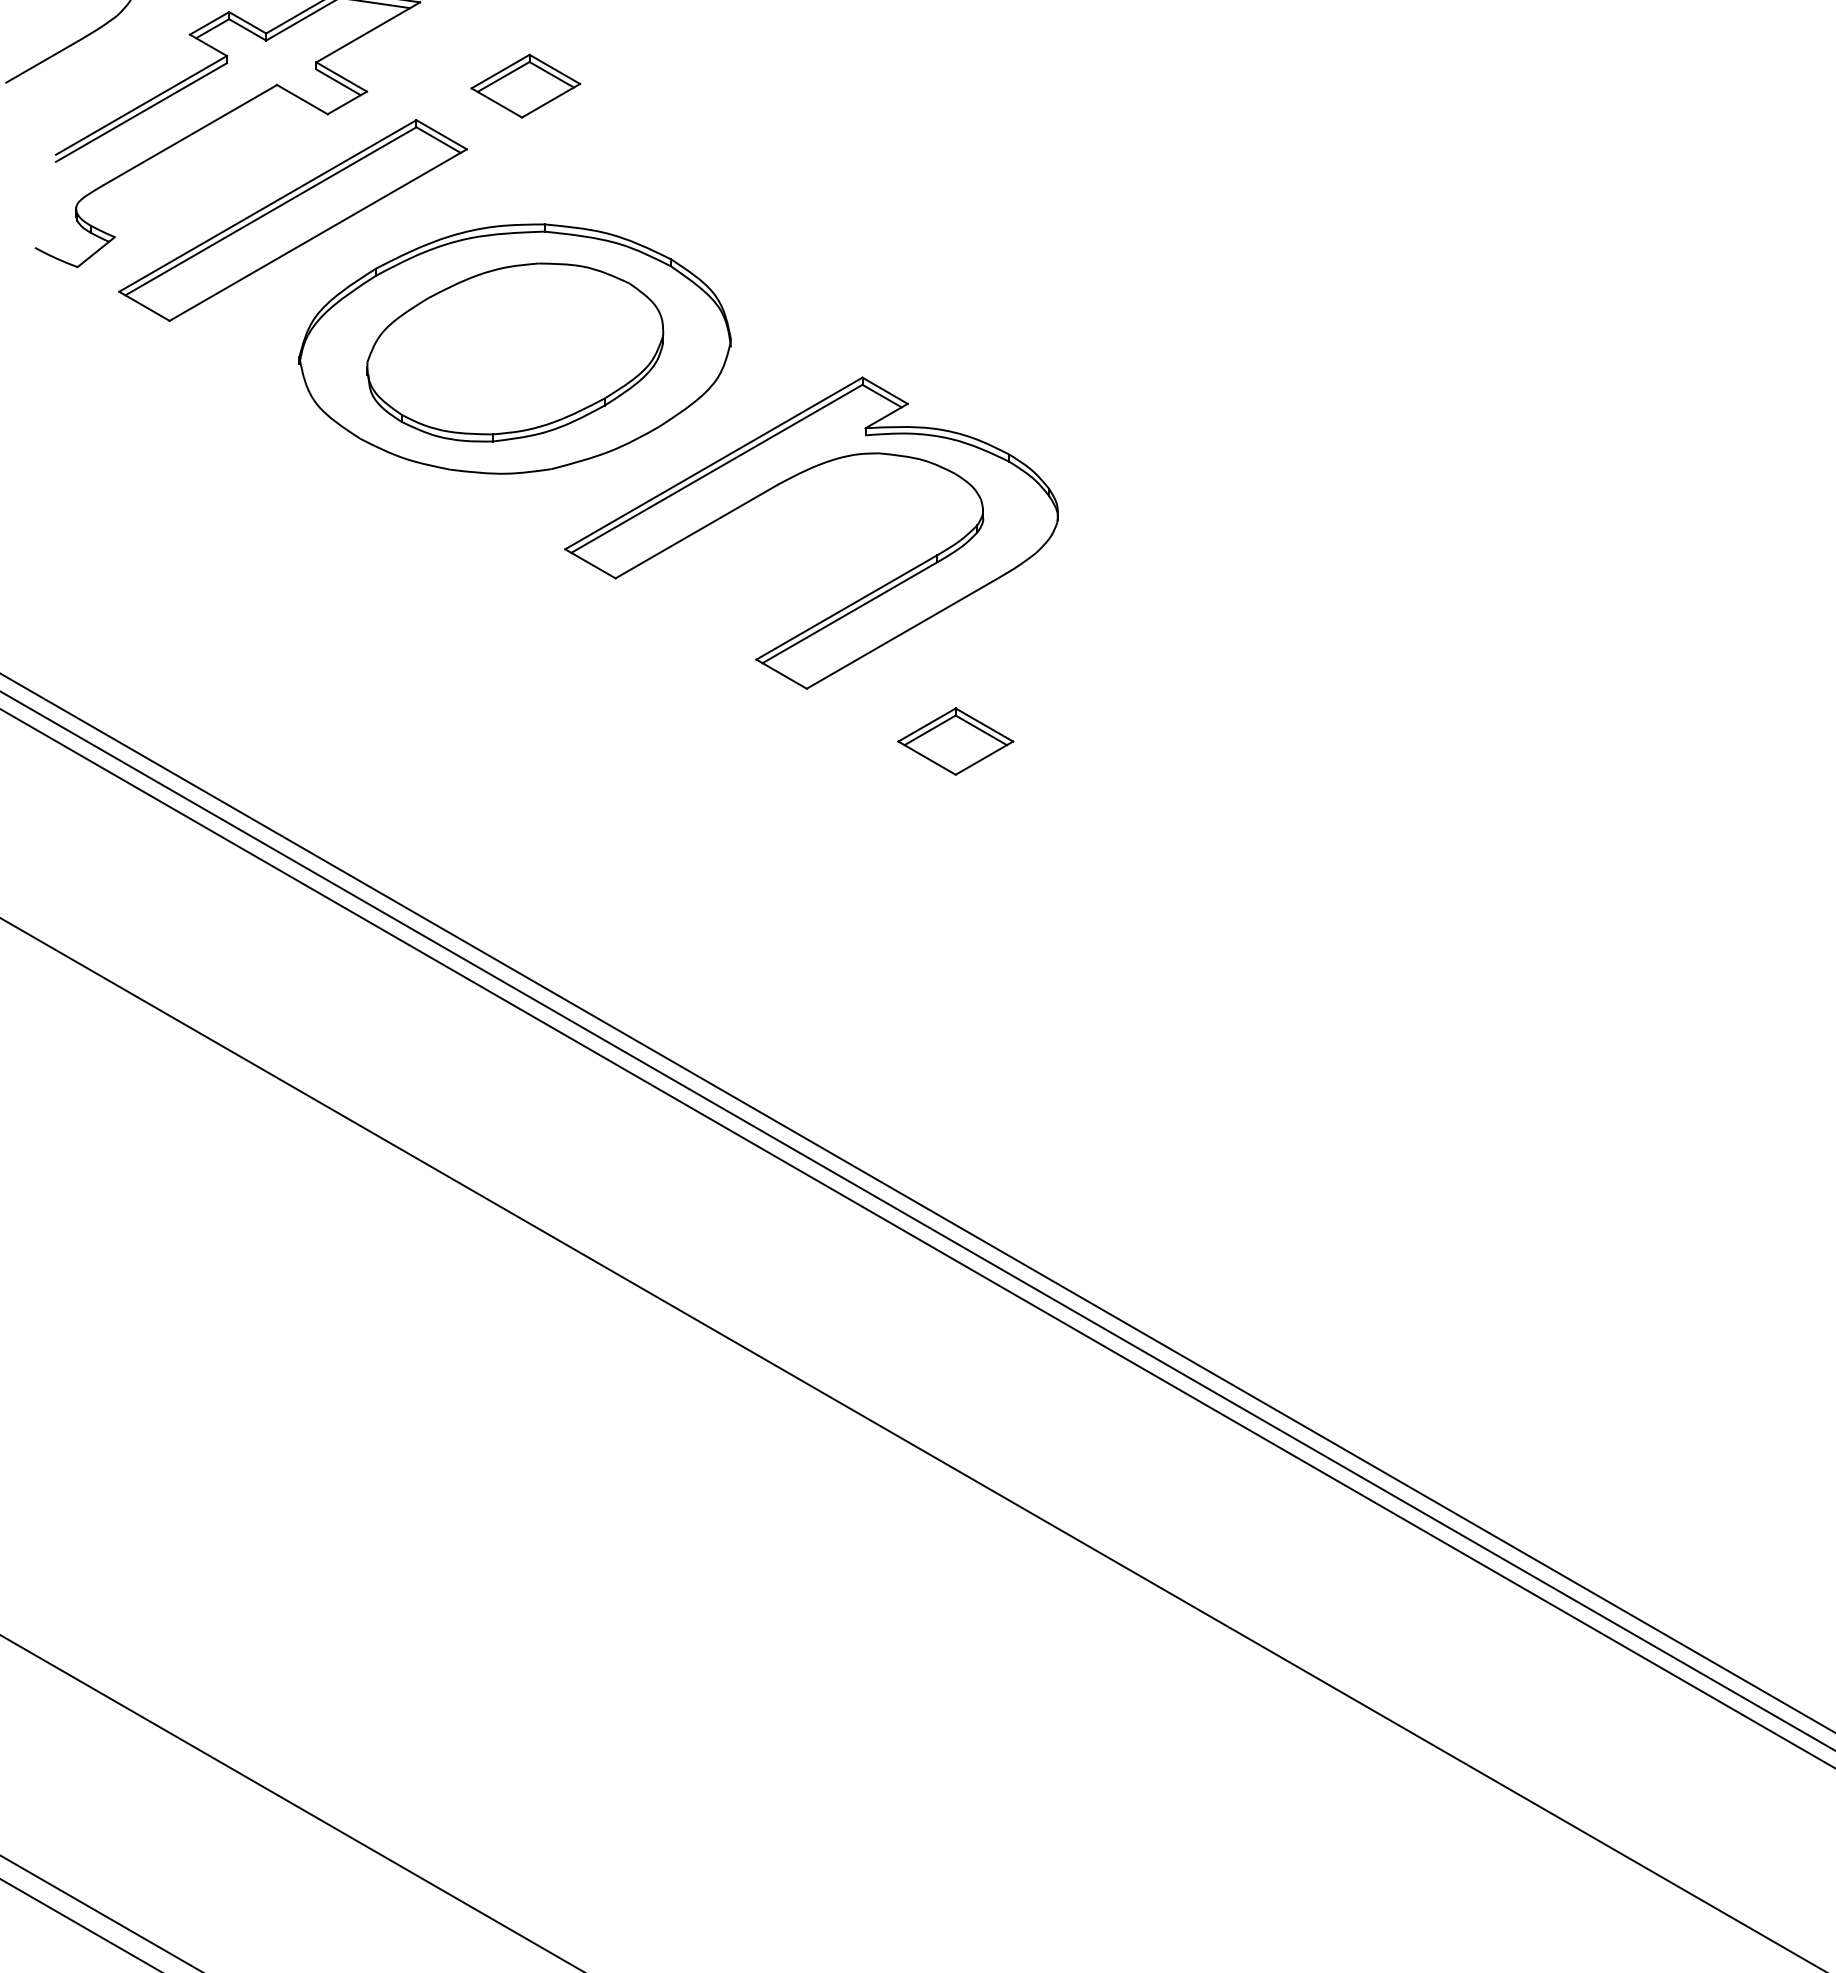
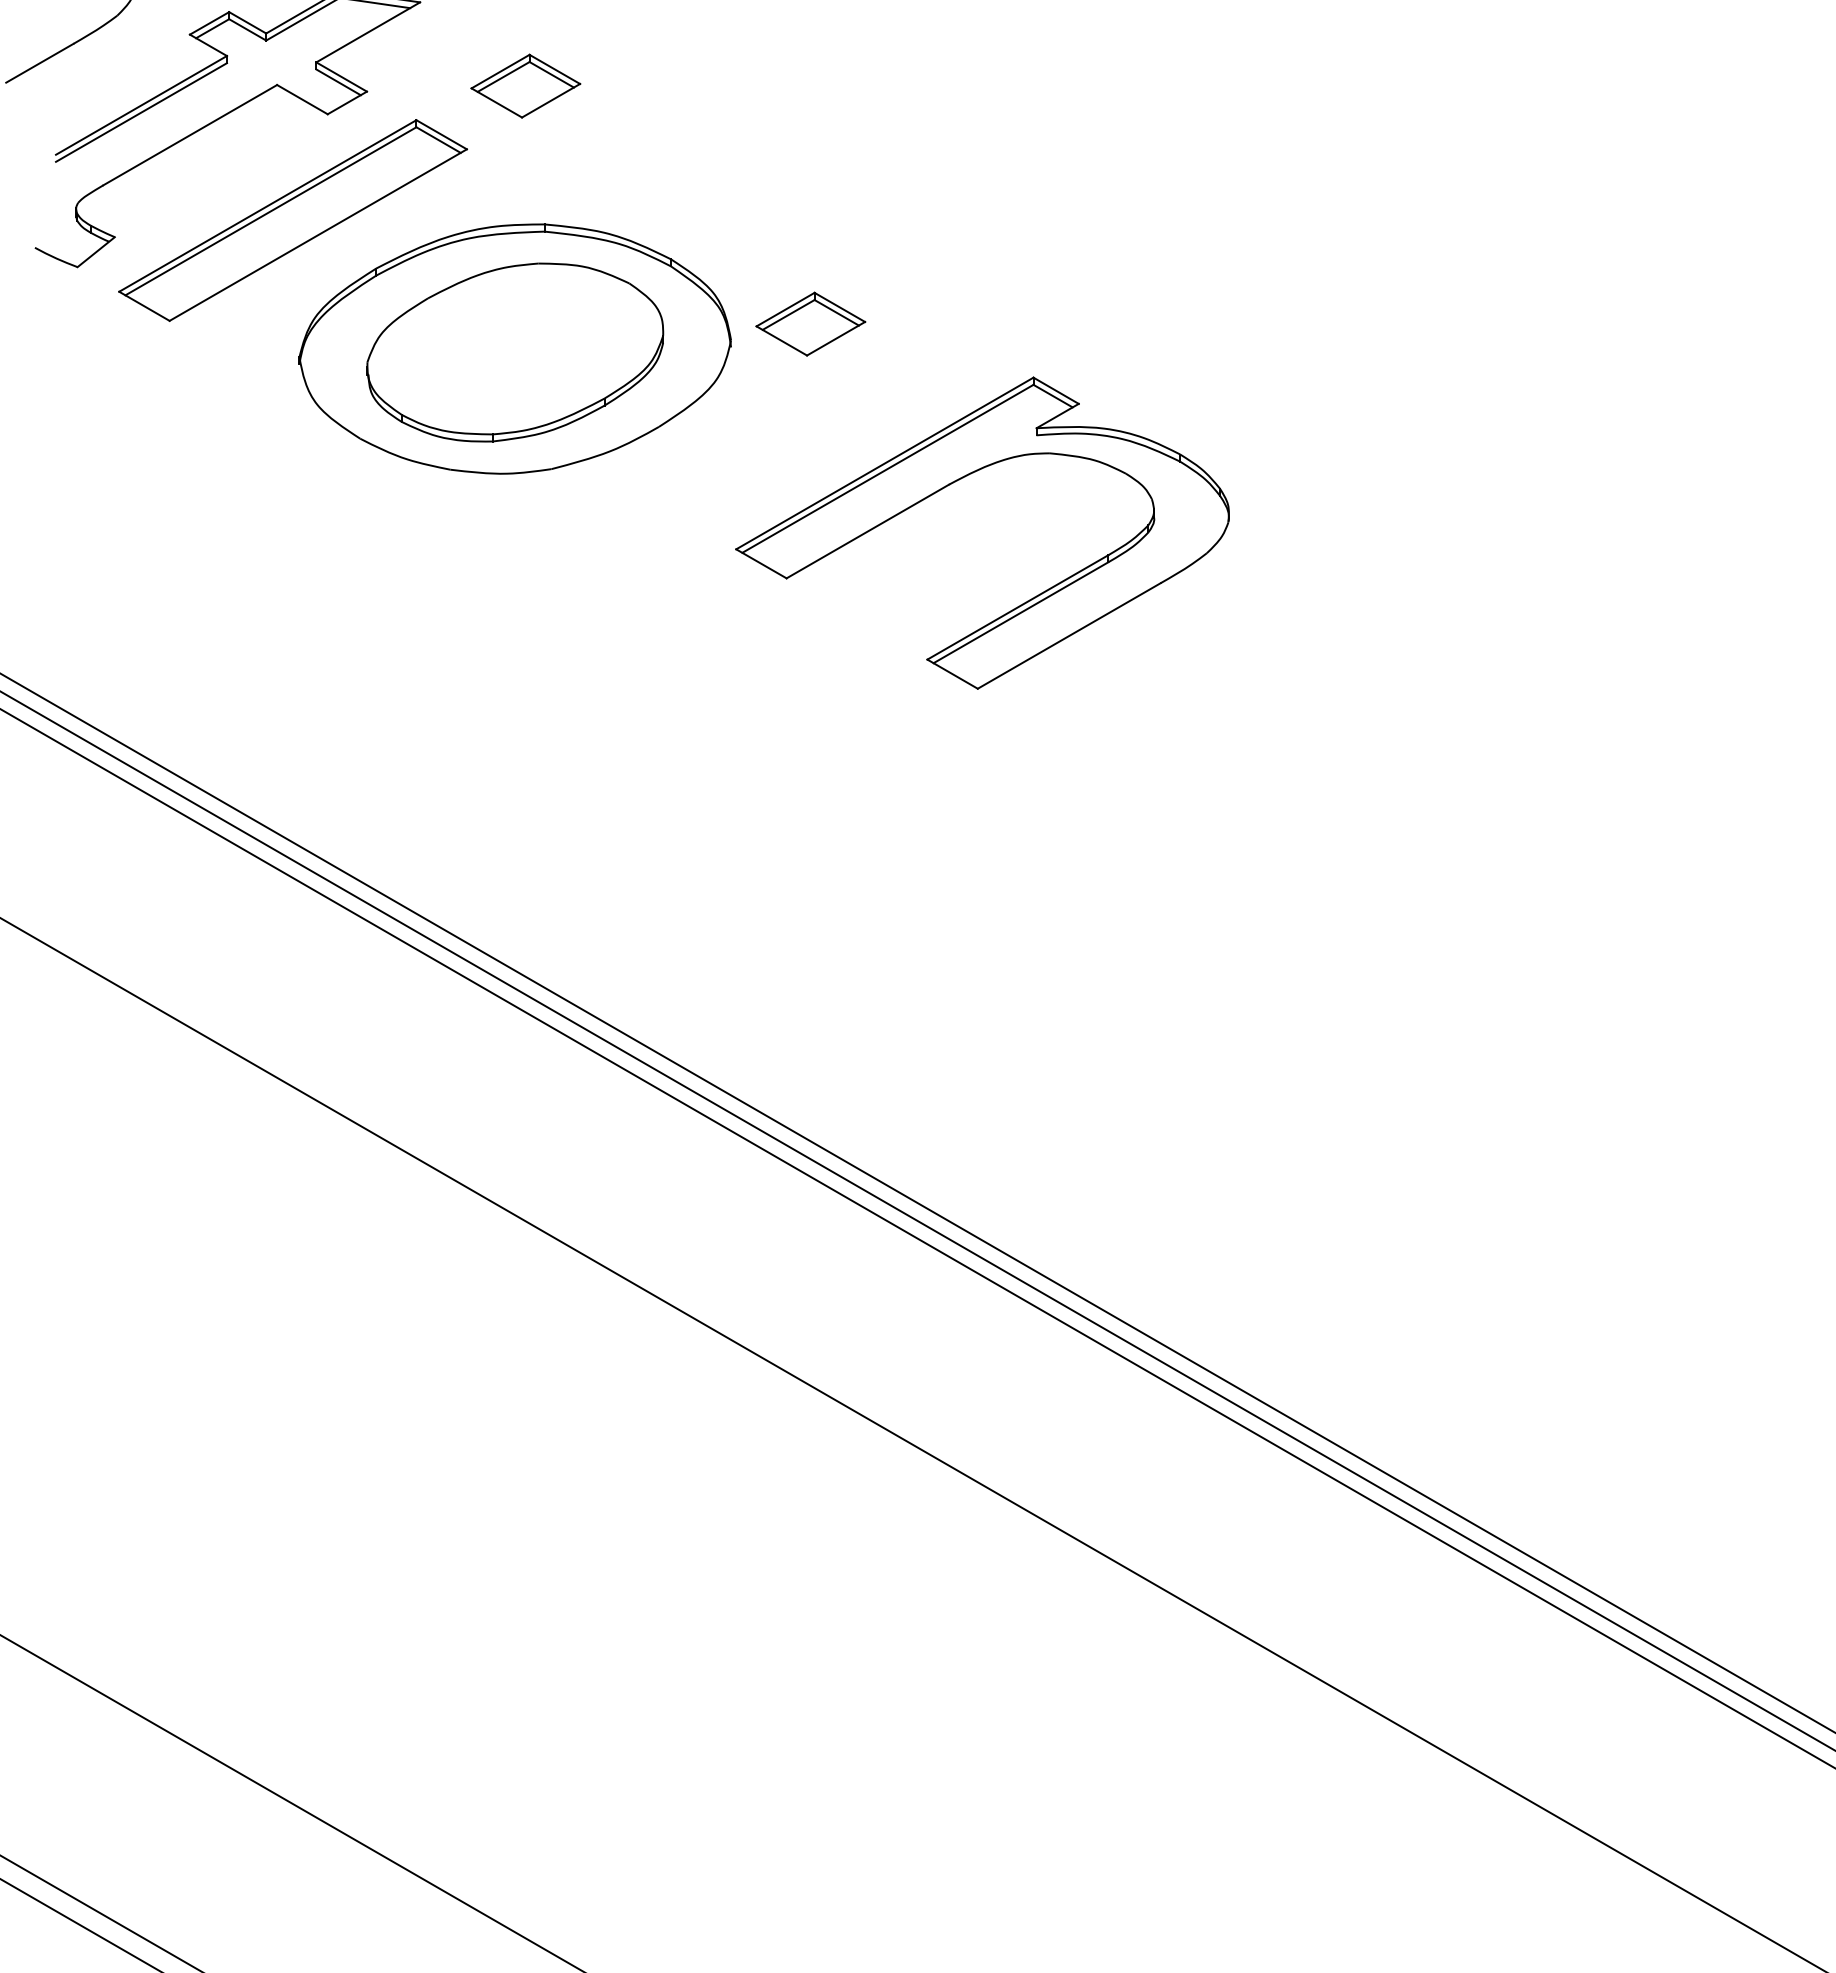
part at (810, 323): none -> present
part at (786, 481) position: (786, 481) -> (957, 481)
part at (955, 741): present -> none
